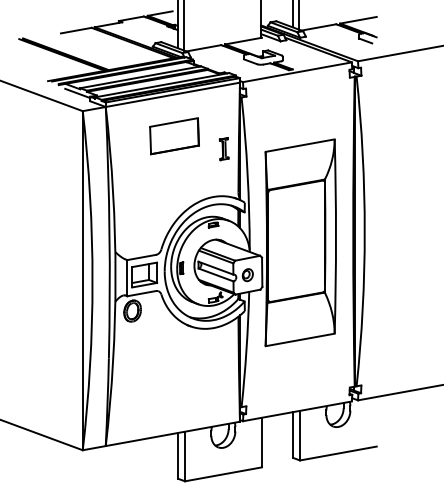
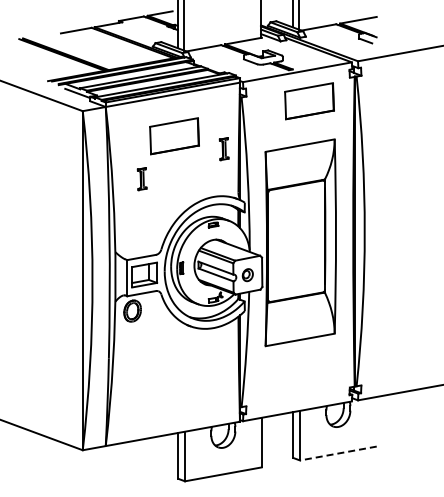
part at (309, 101): none -> present
part at (141, 179): none -> present
line at (338, 453): solid -> dashed
